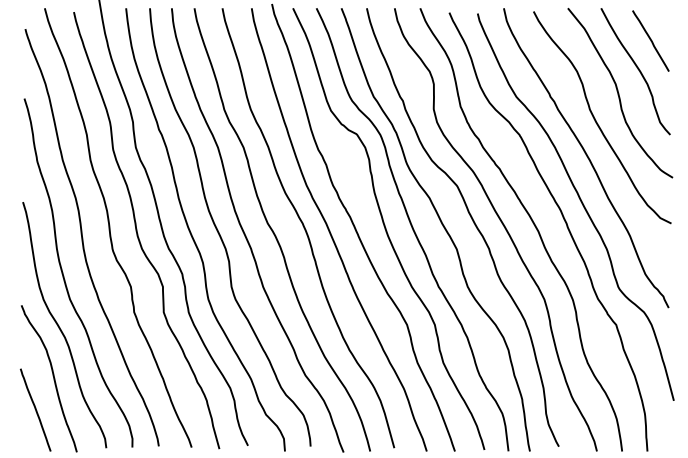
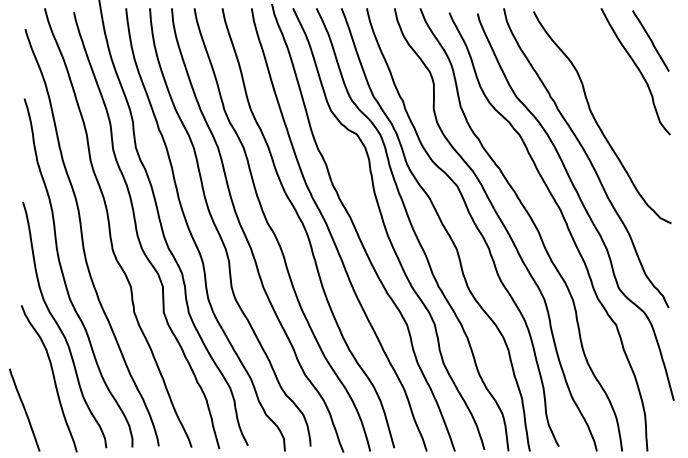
curve at (619, 93): present -> none
line at (35, 409) position: (35, 409) -> (24, 409)
